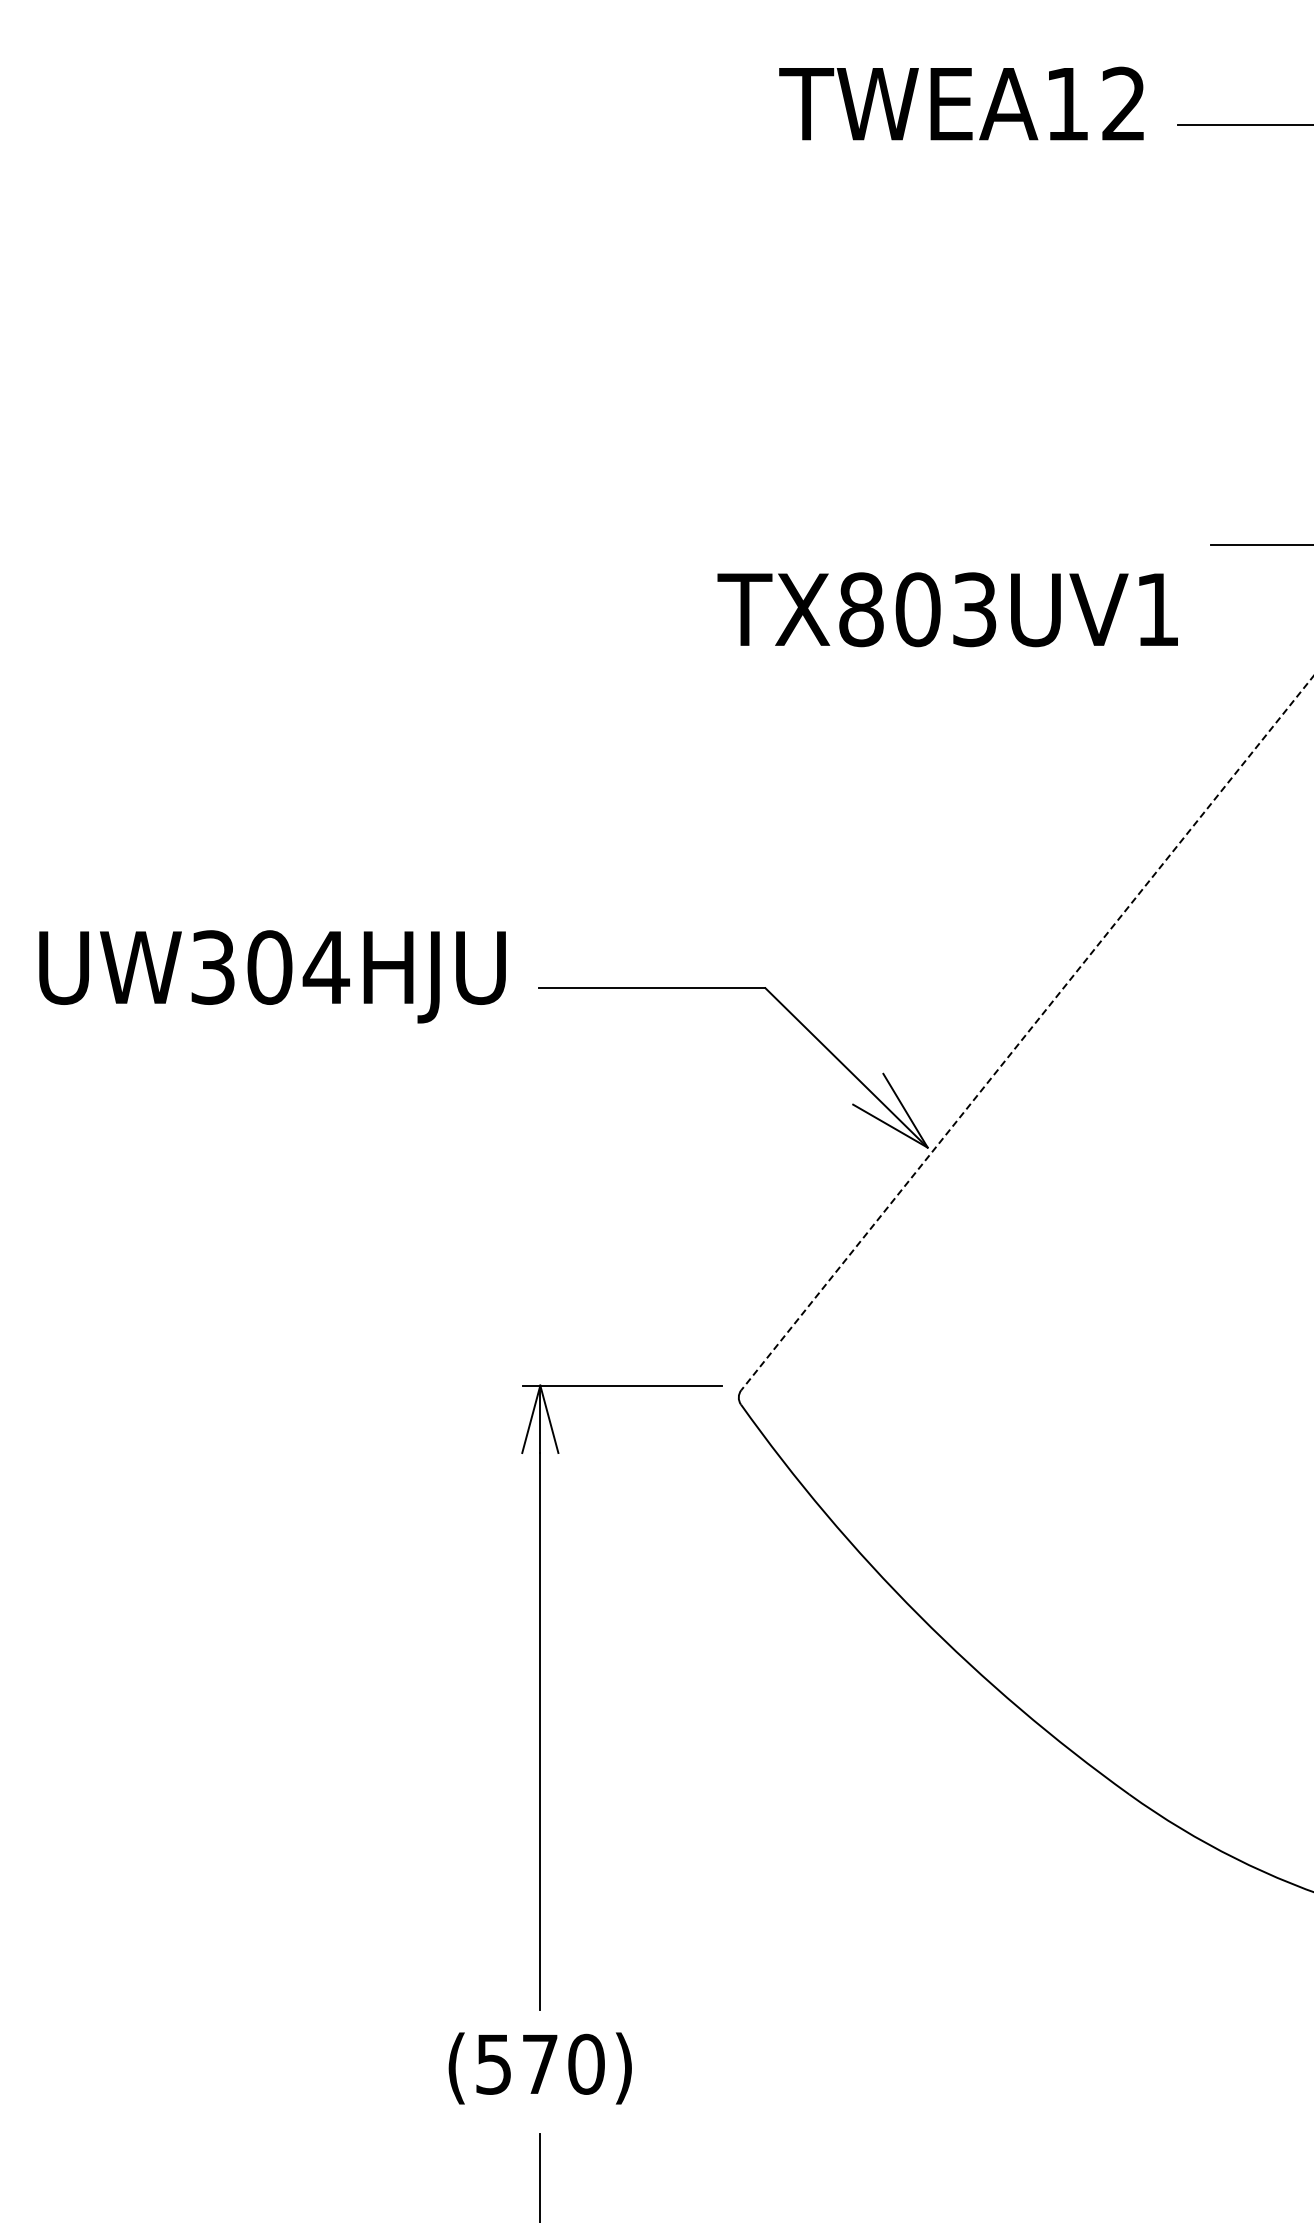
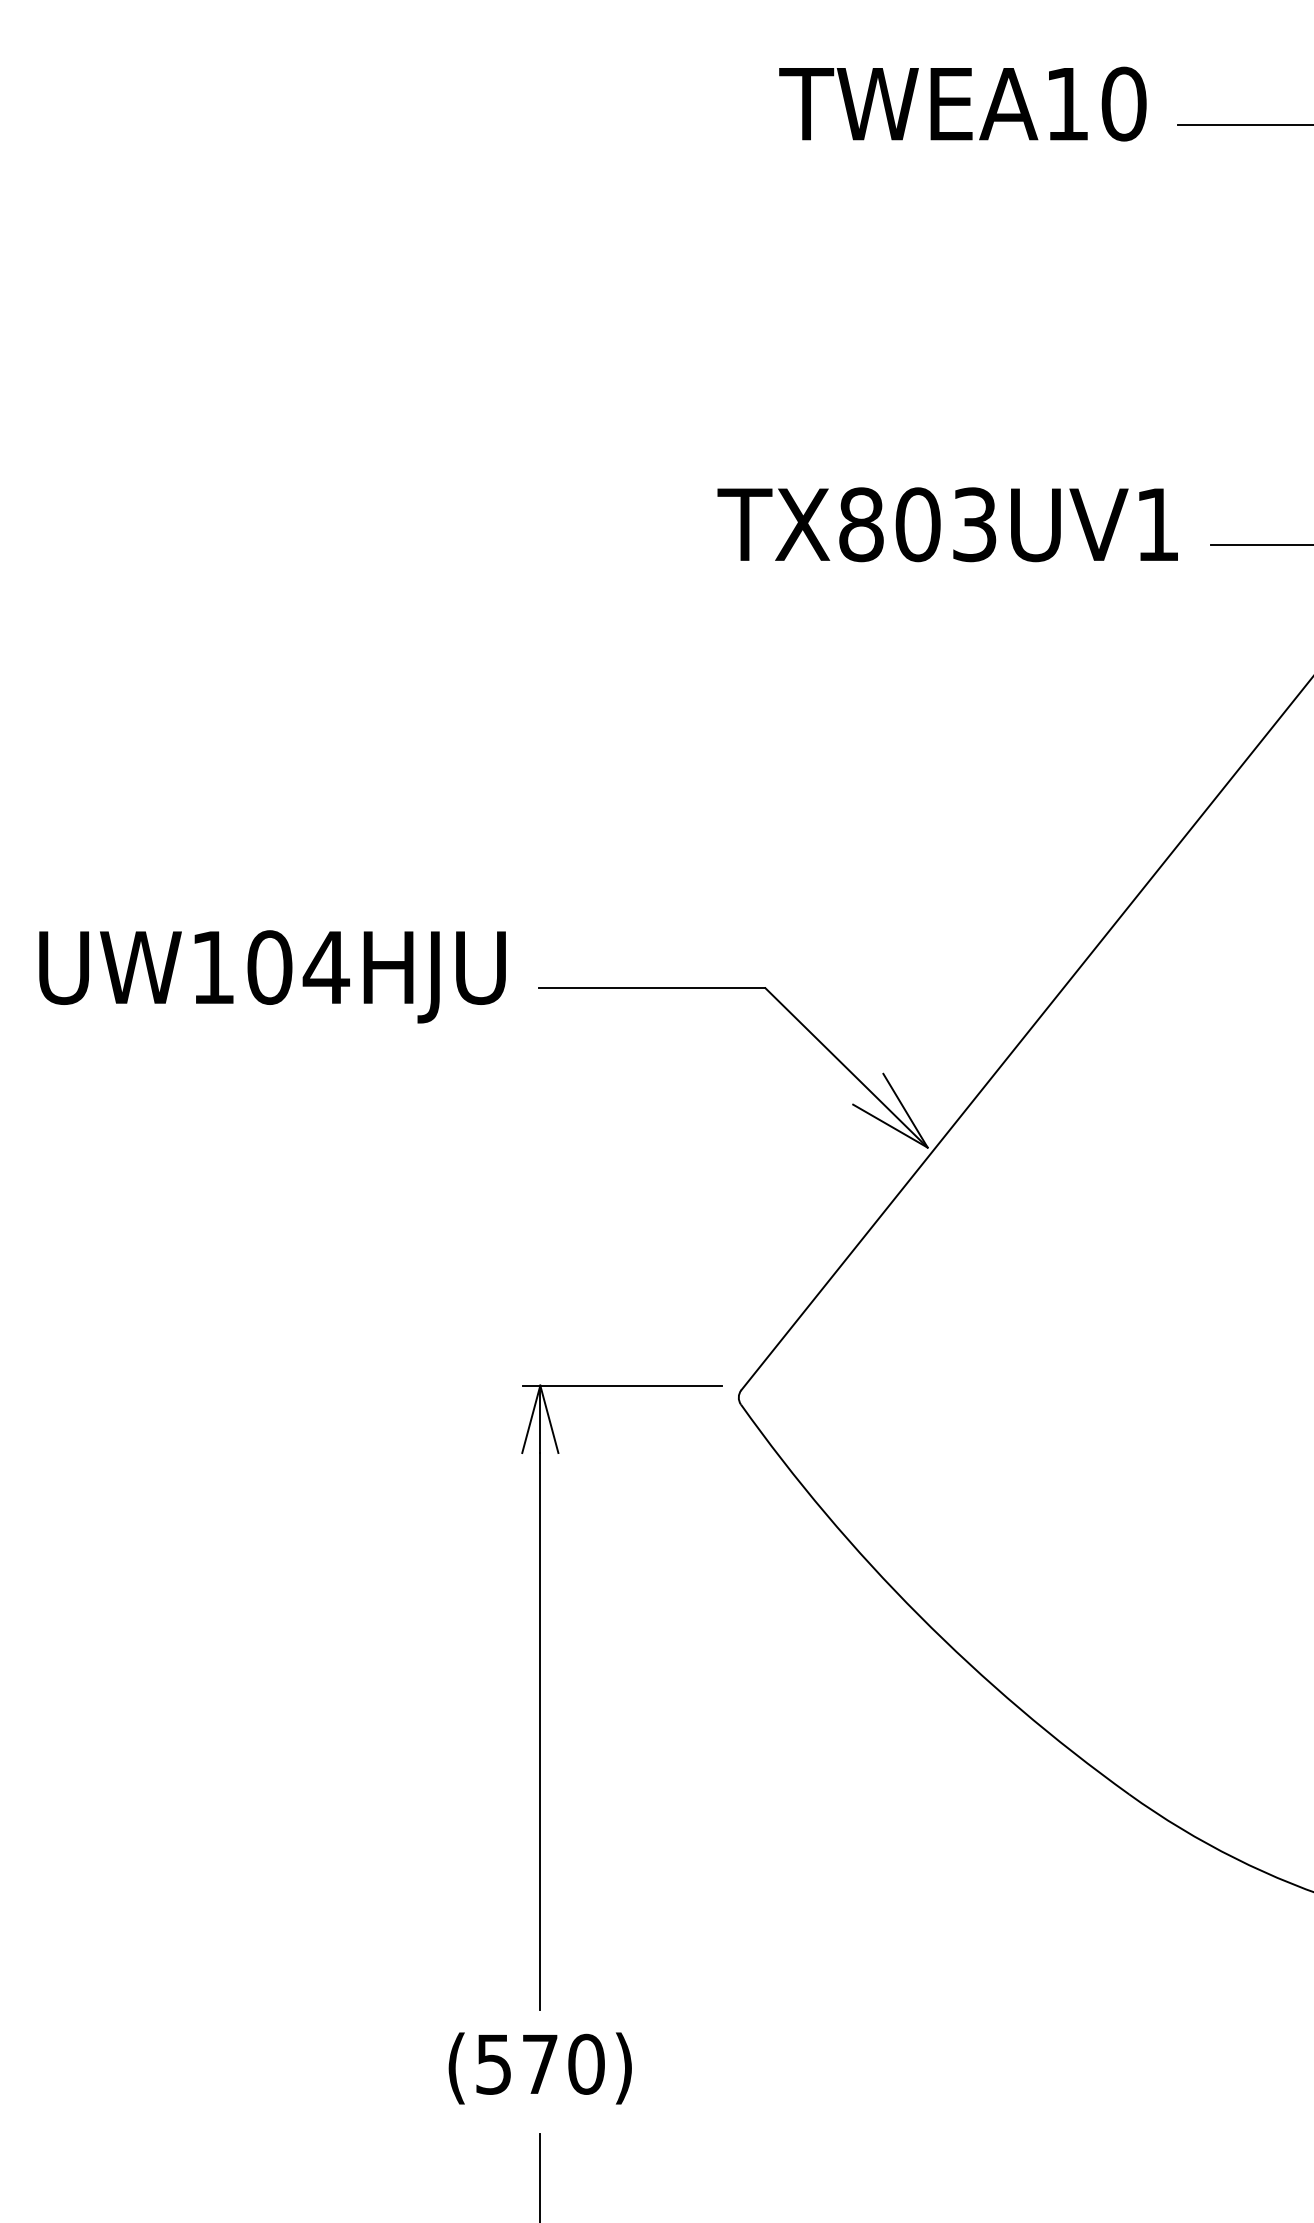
text at (1123, 103): TWEA12 -> TWEA10
text at (947, 609) position: (947, 609) -> (947, 524)
text at (212, 967): UW304HJU -> UW104HJU
line at (1027, 1033): dashed -> solid
